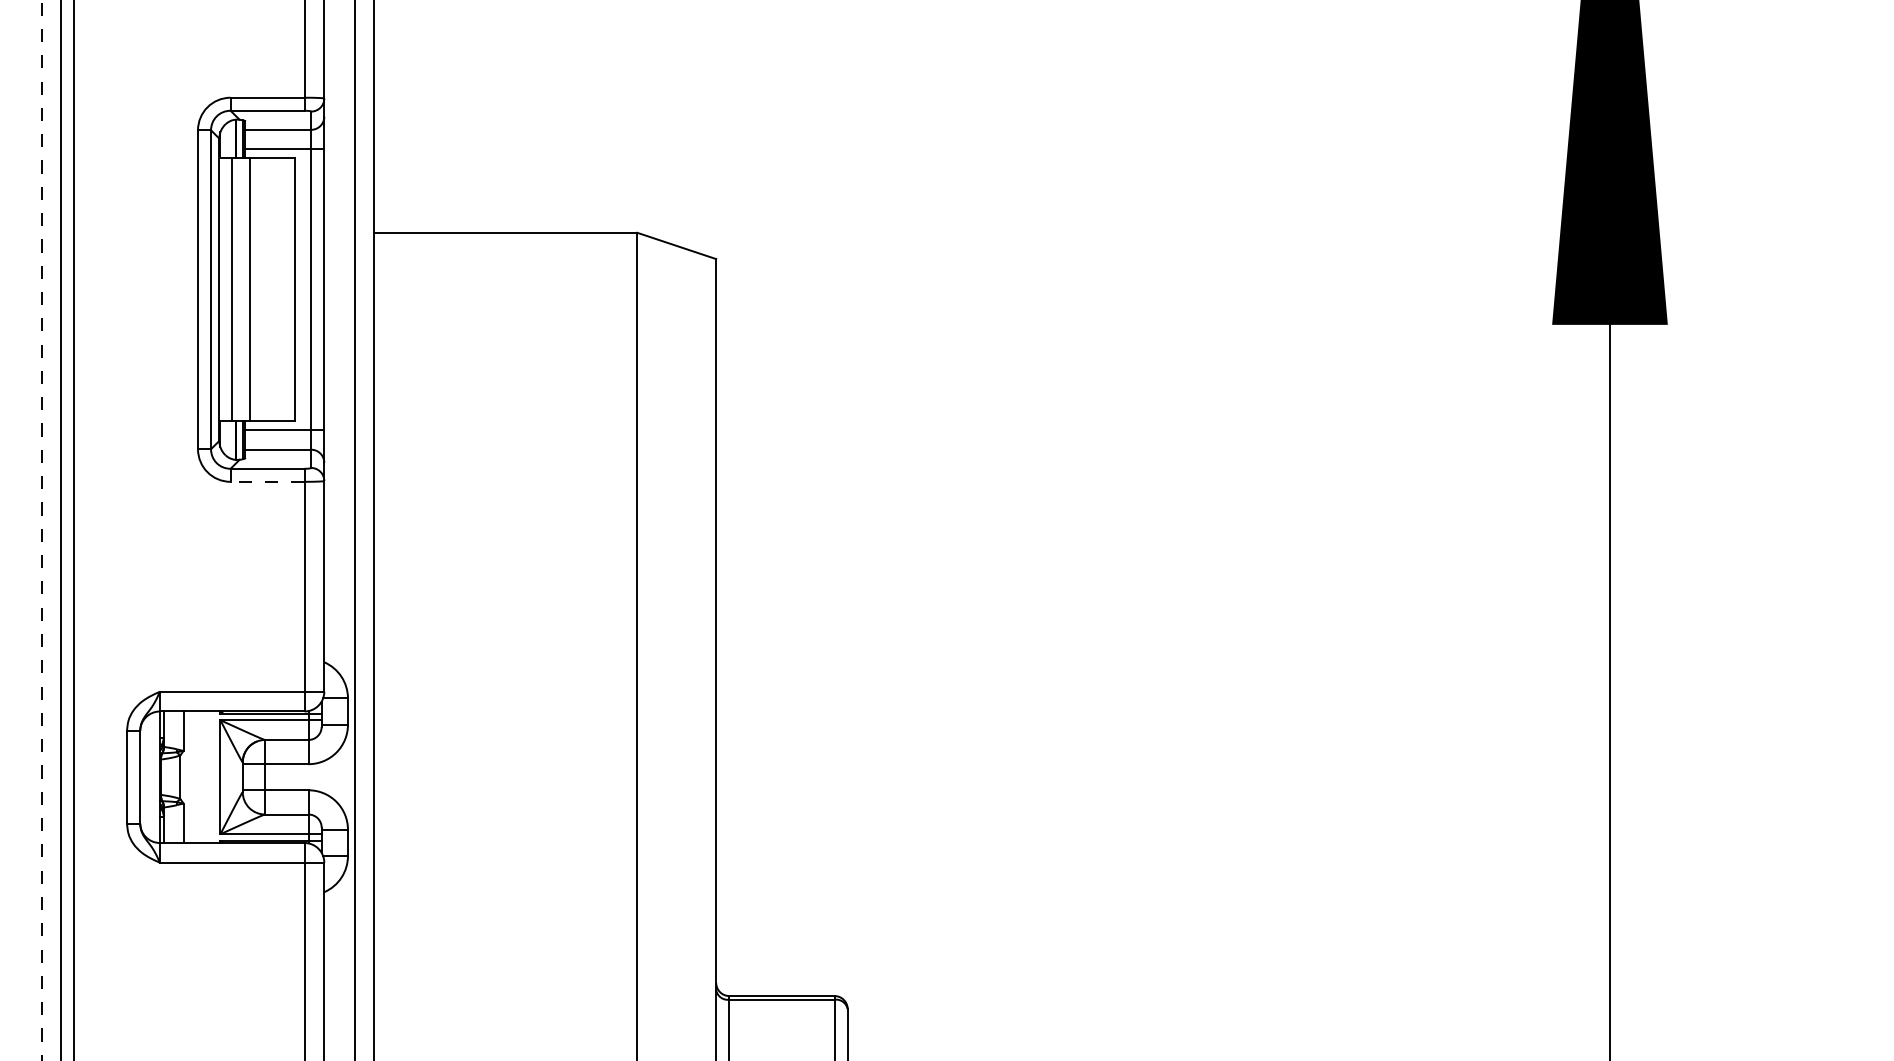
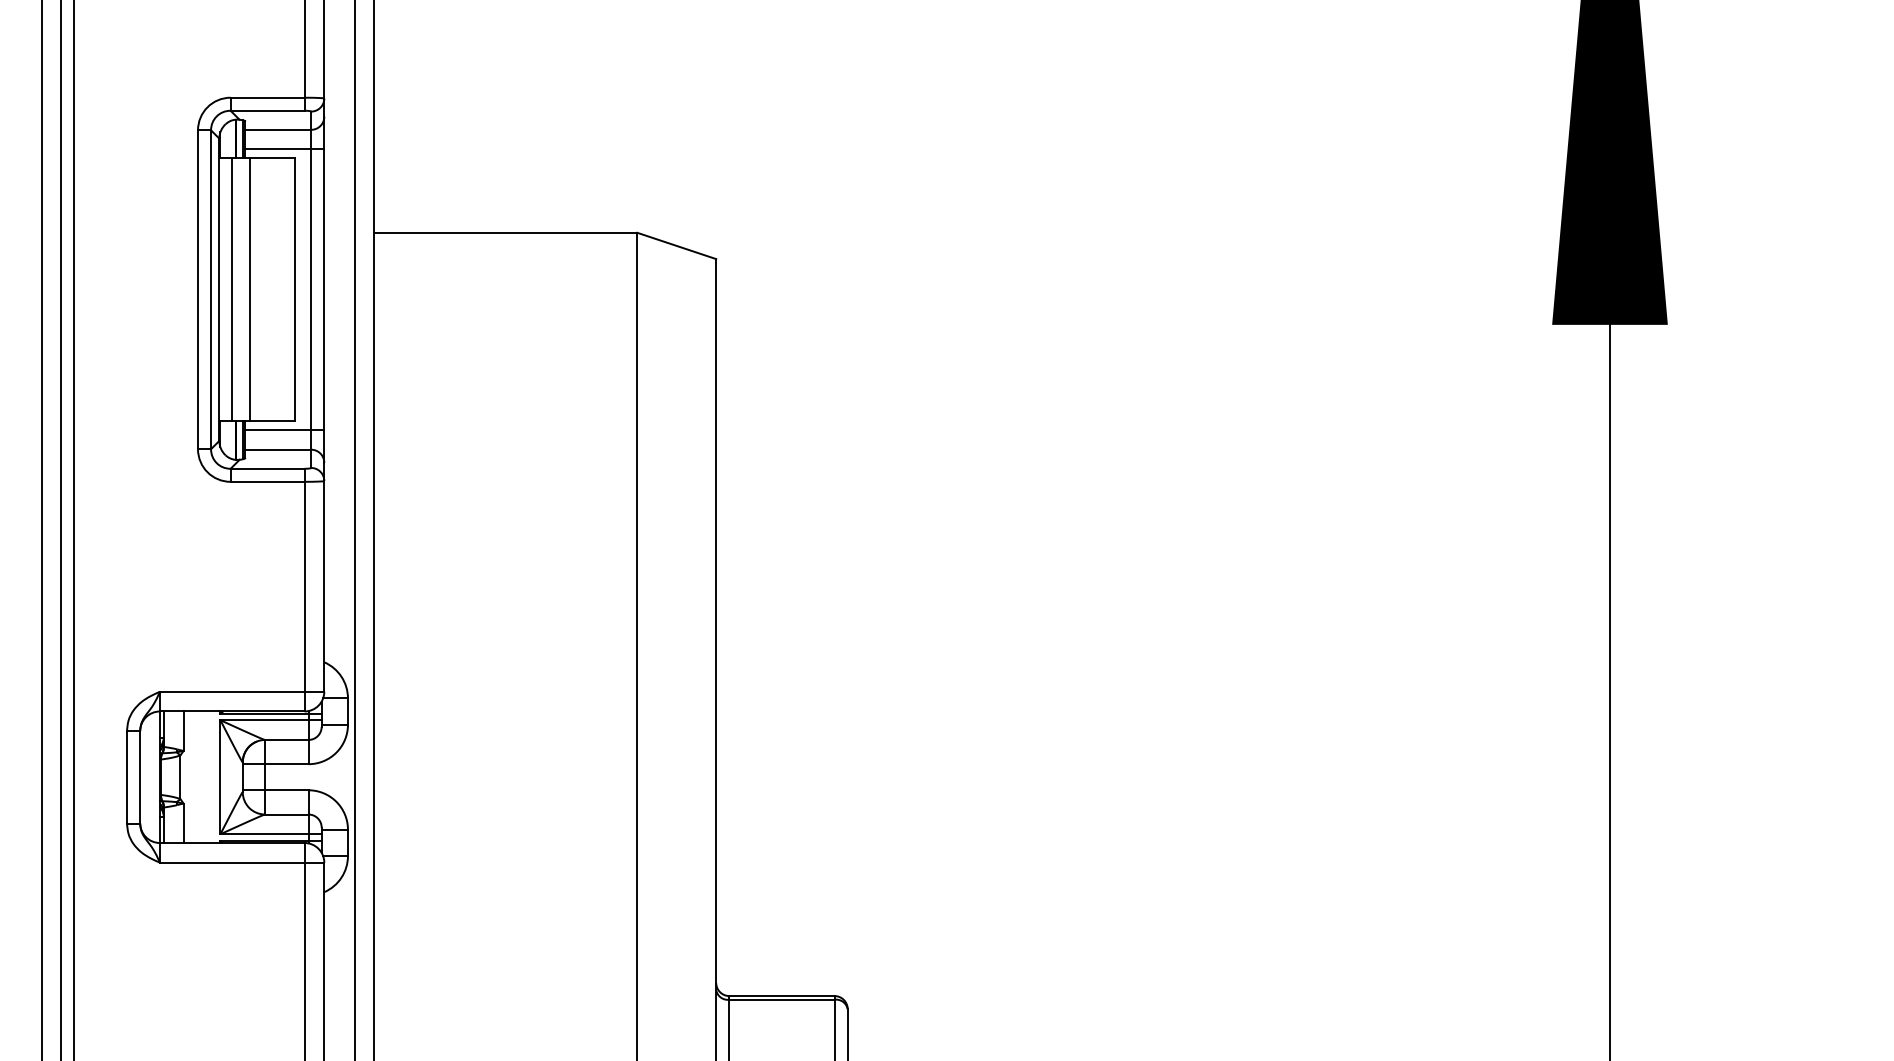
line at (267, 481): dashed -> solid
line at (41, 529): dashed -> solid
